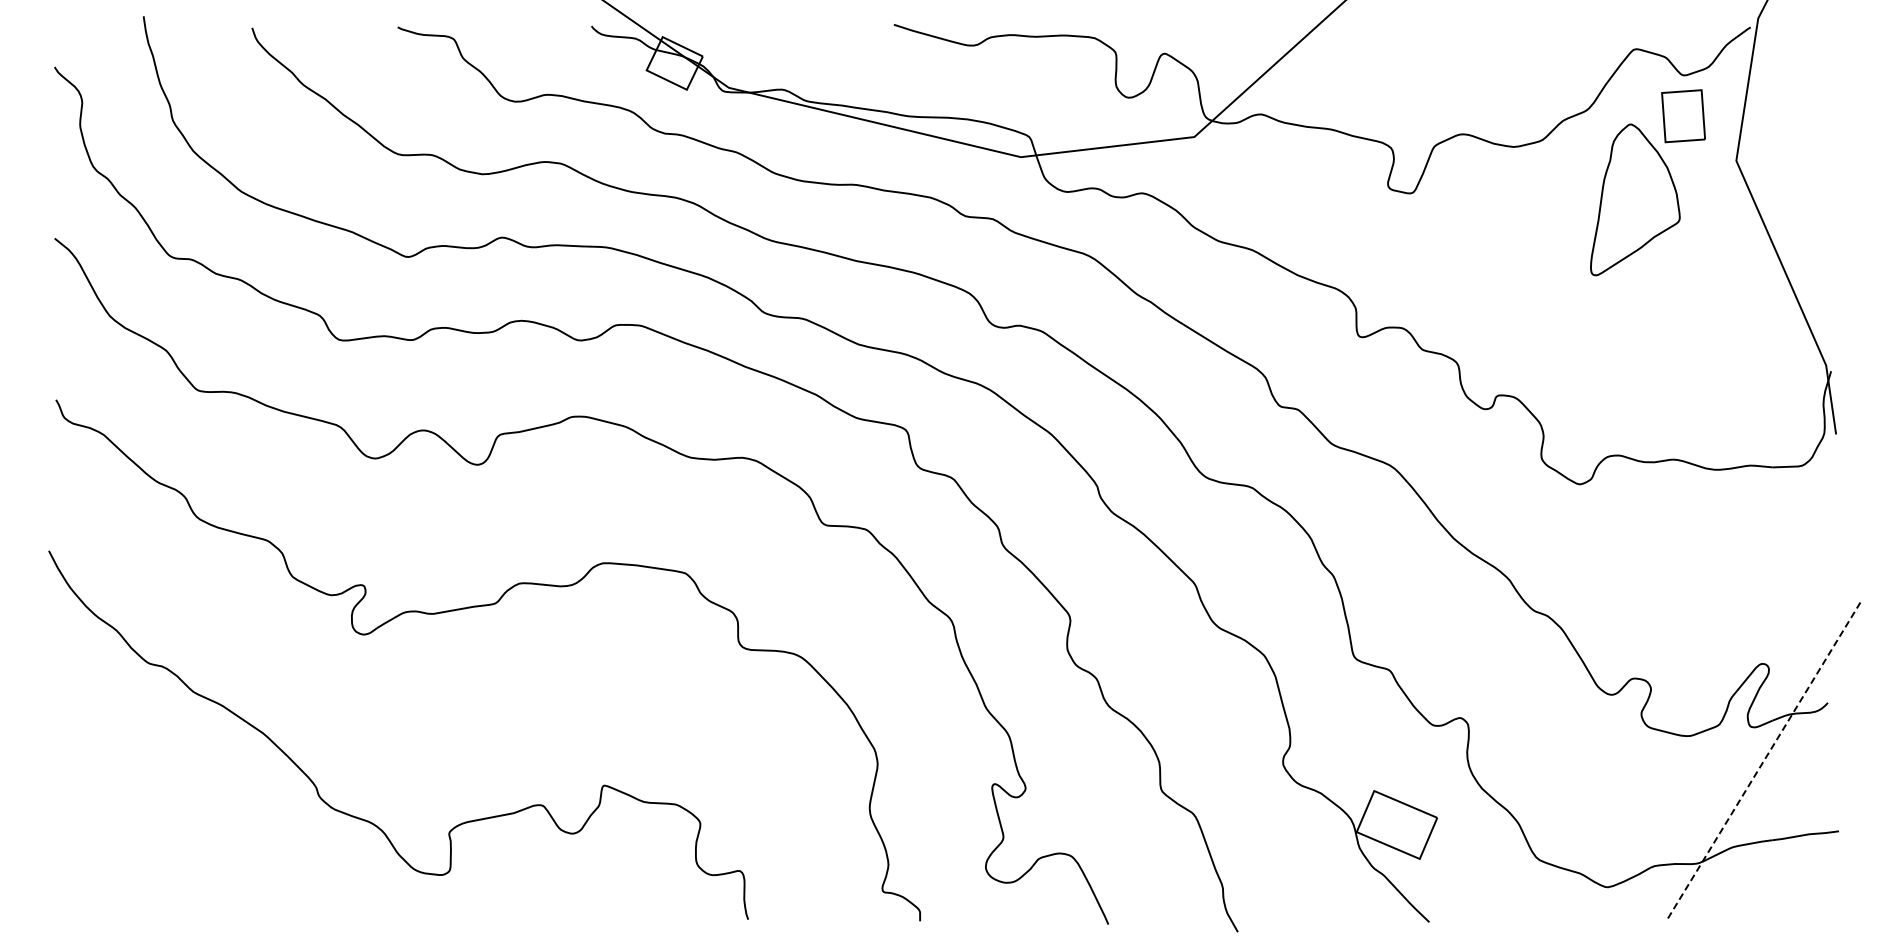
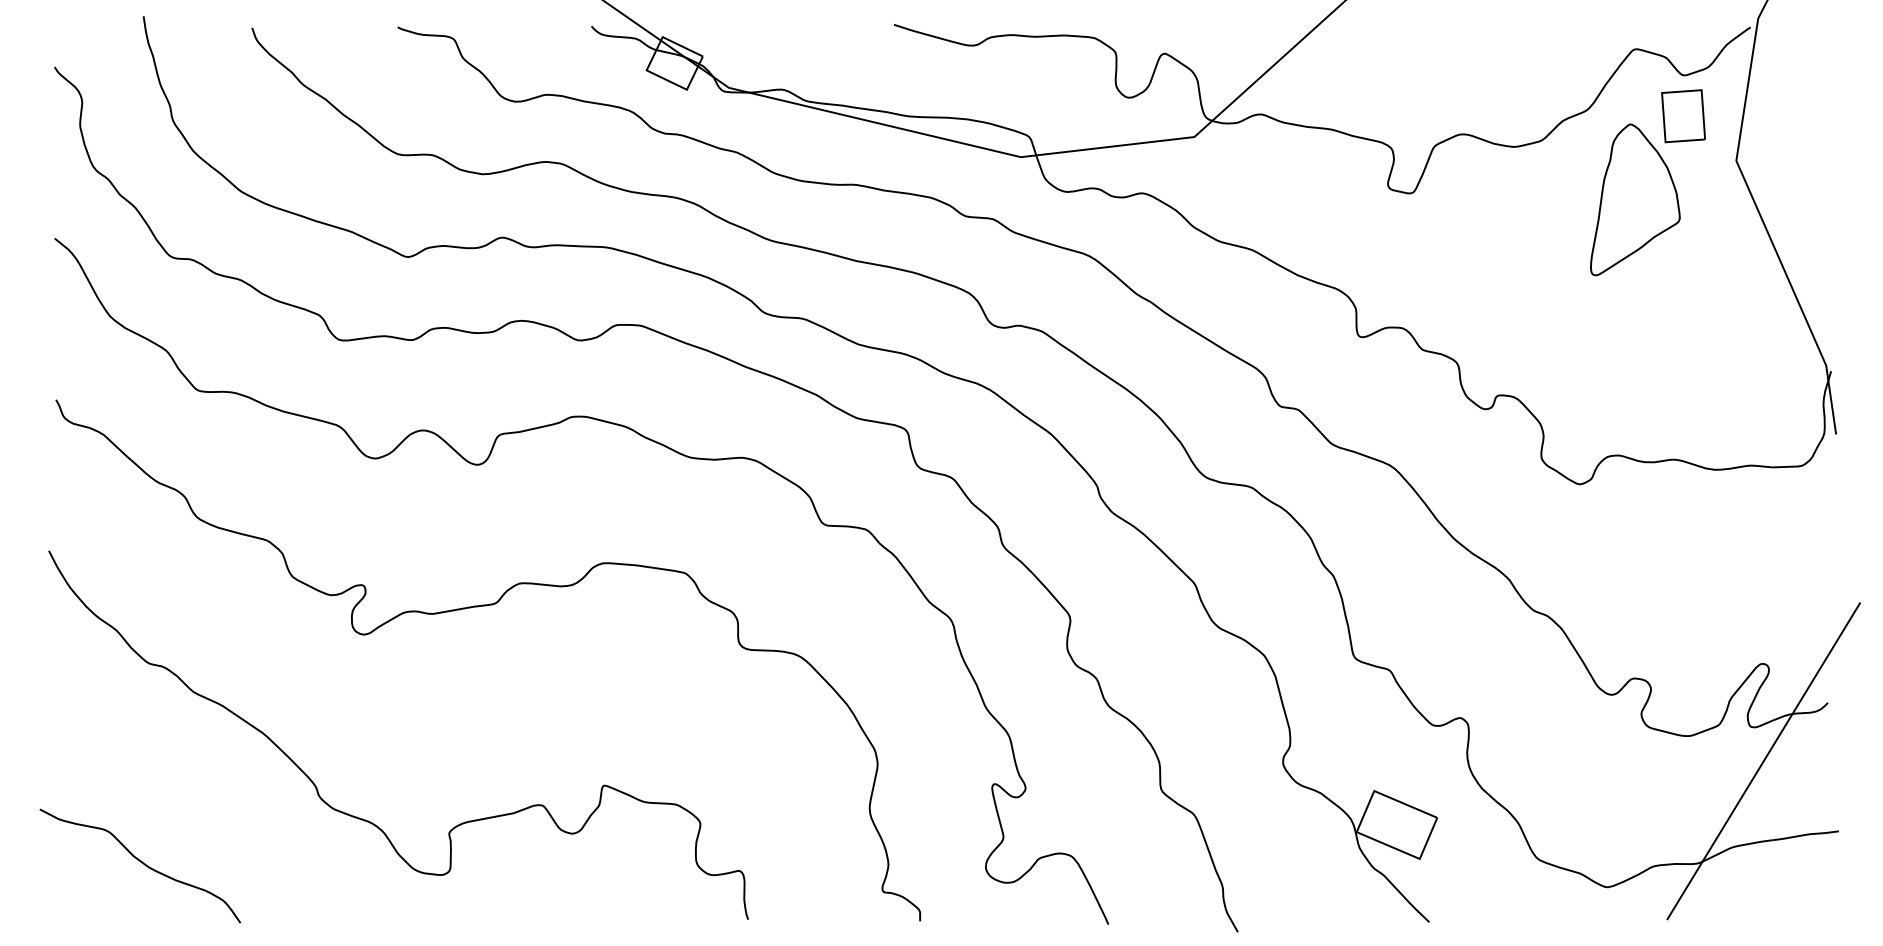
line at (1763, 761): dashed -> solid
curve at (141, 863): none -> present
